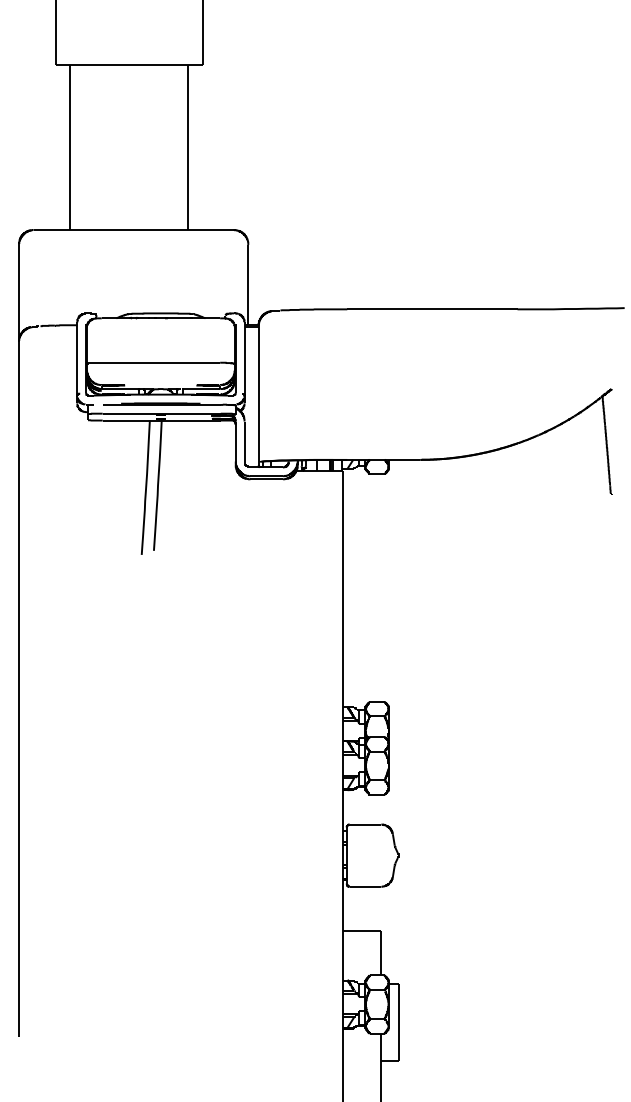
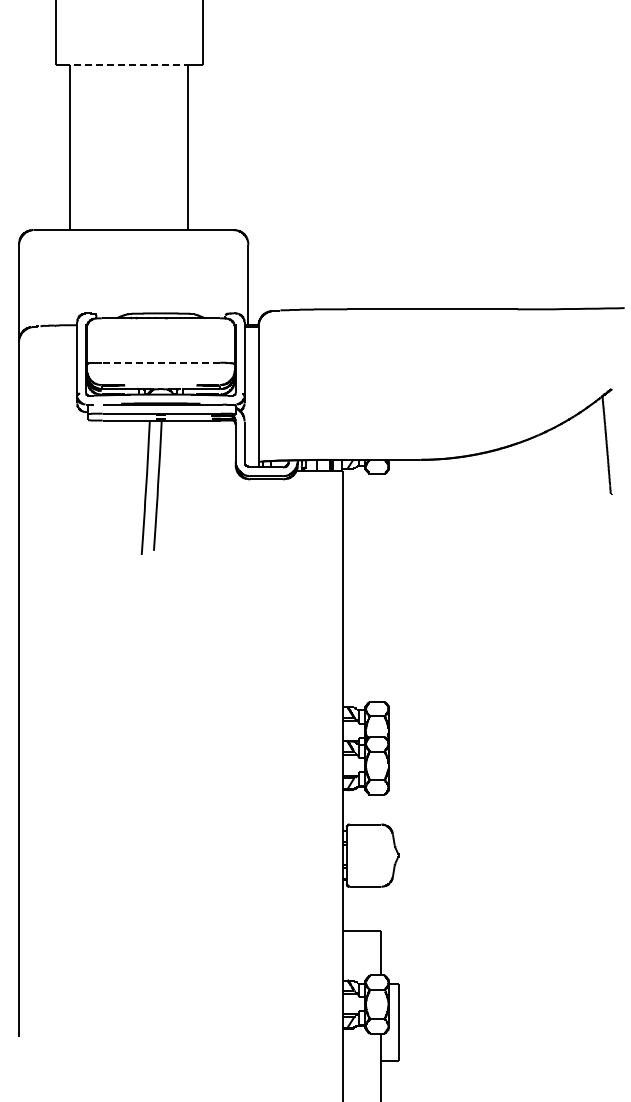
line at (128, 64): solid -> dashed
line at (160, 362): solid -> dashed
